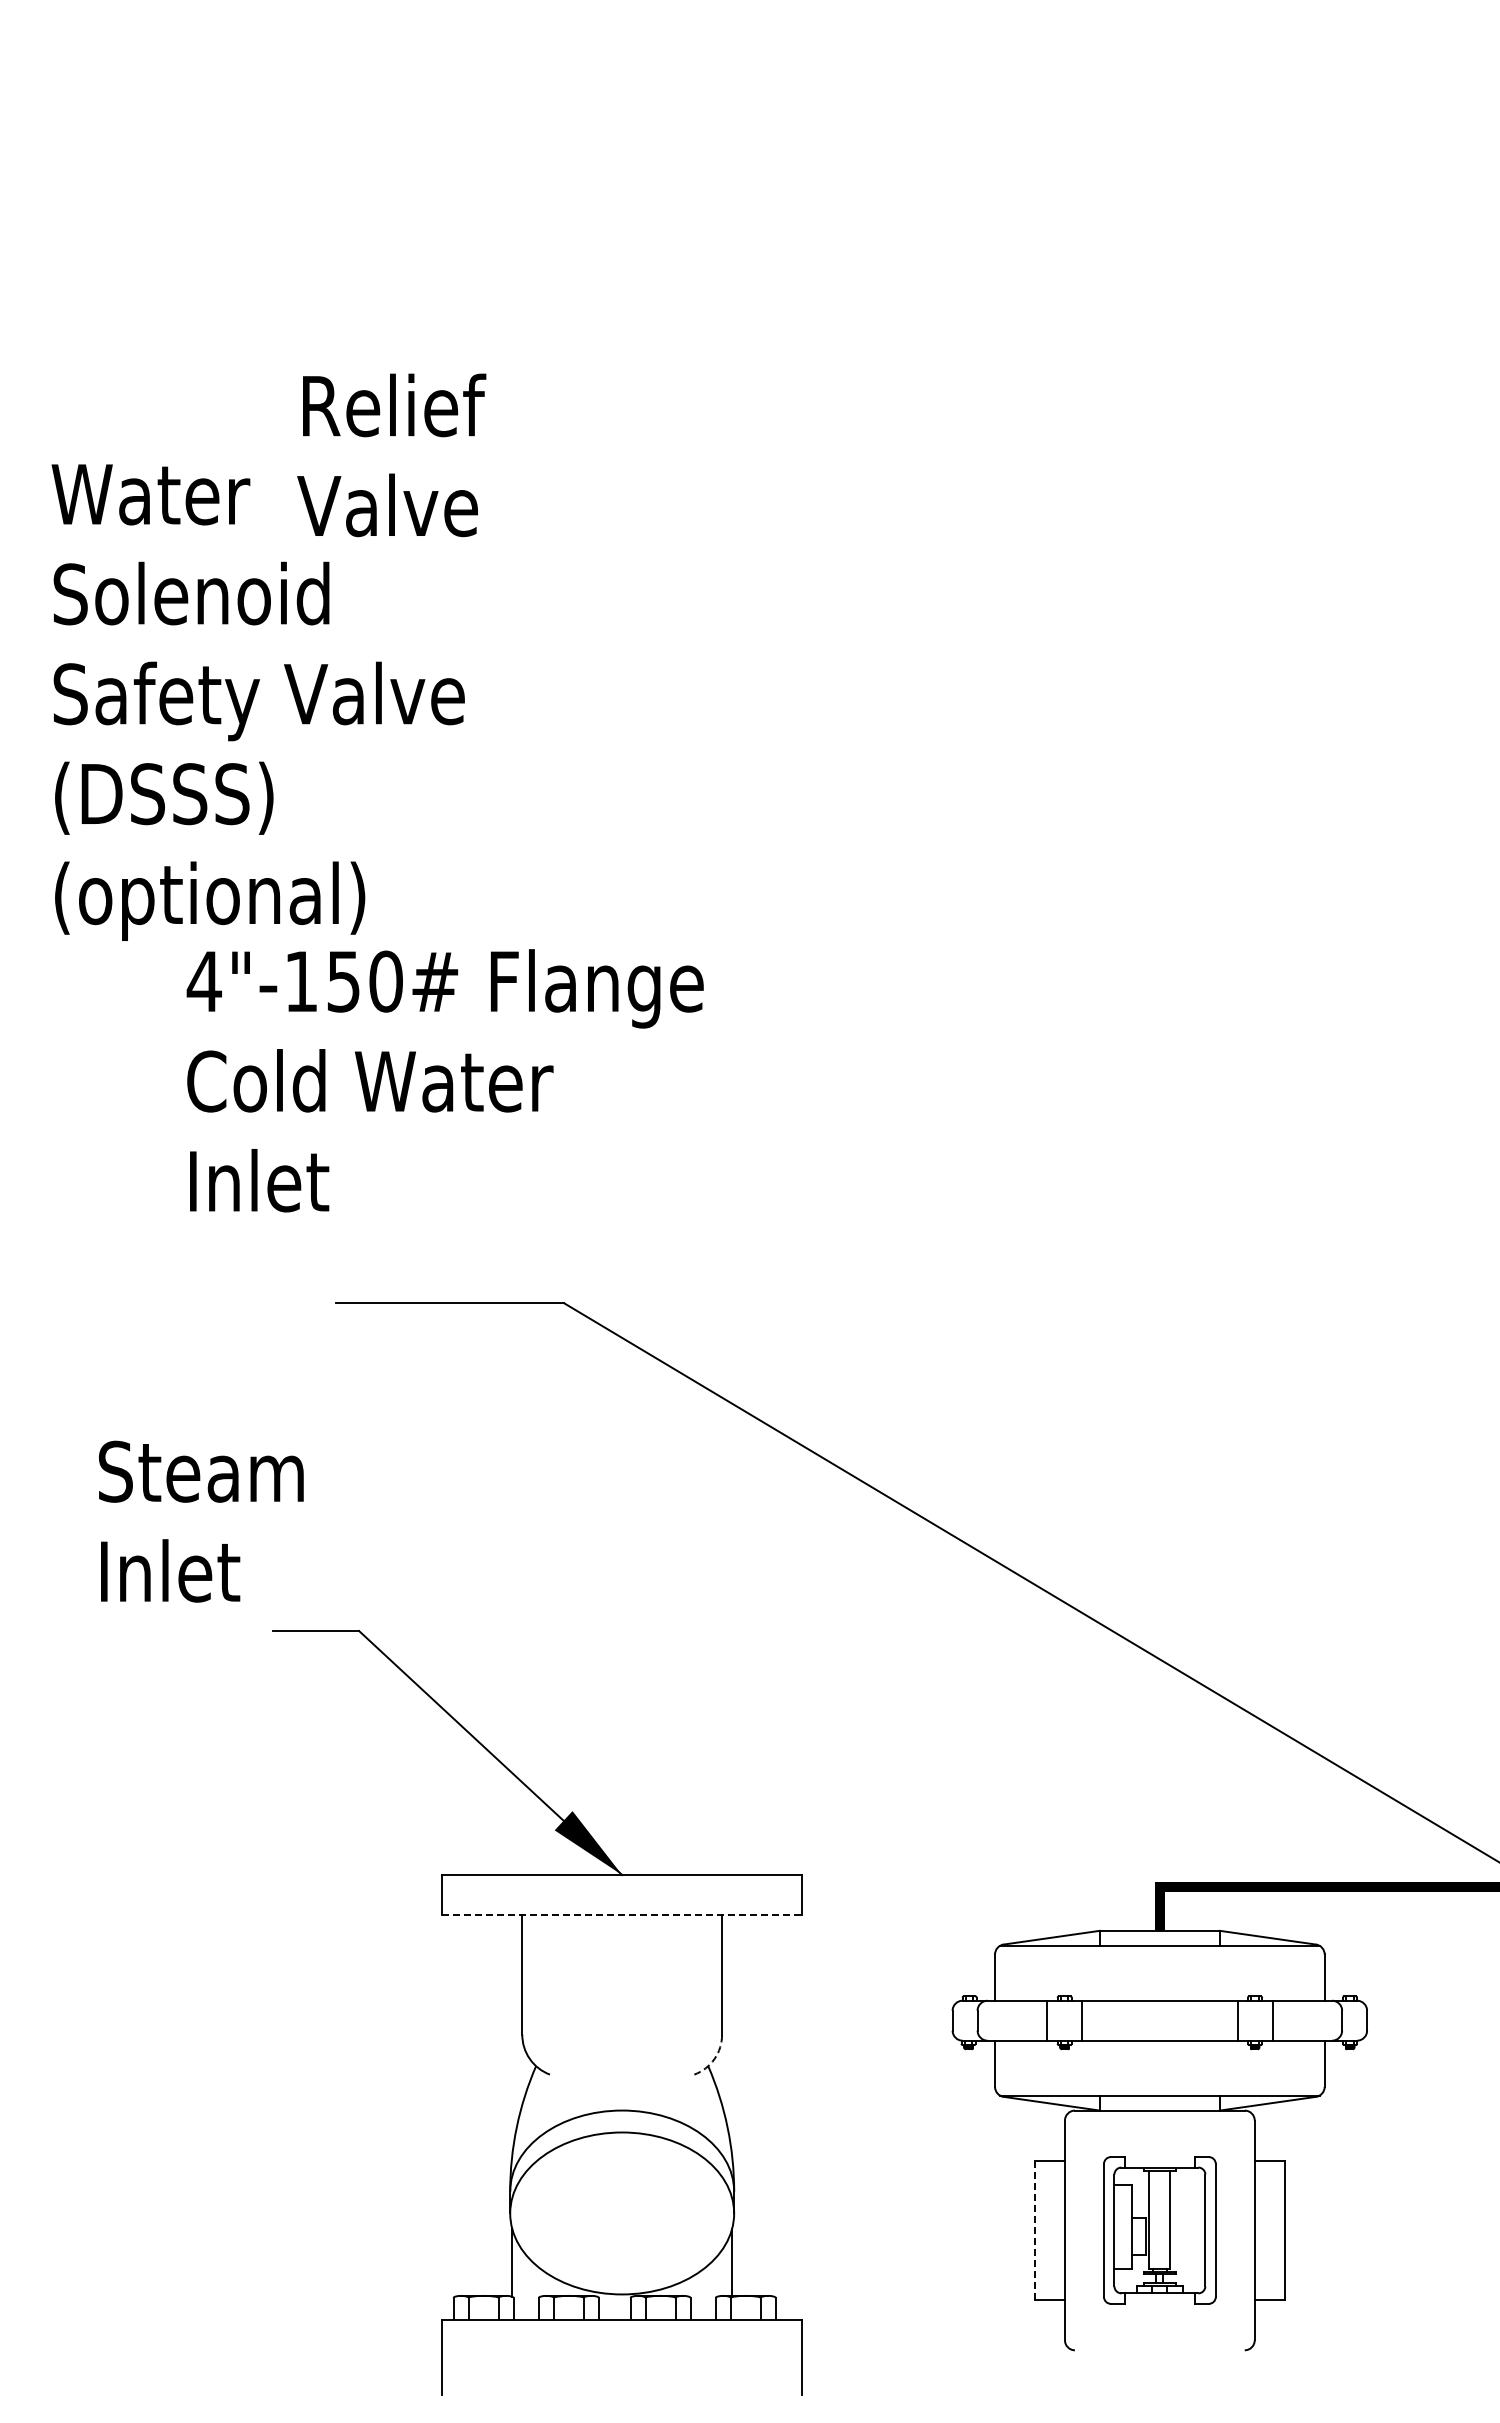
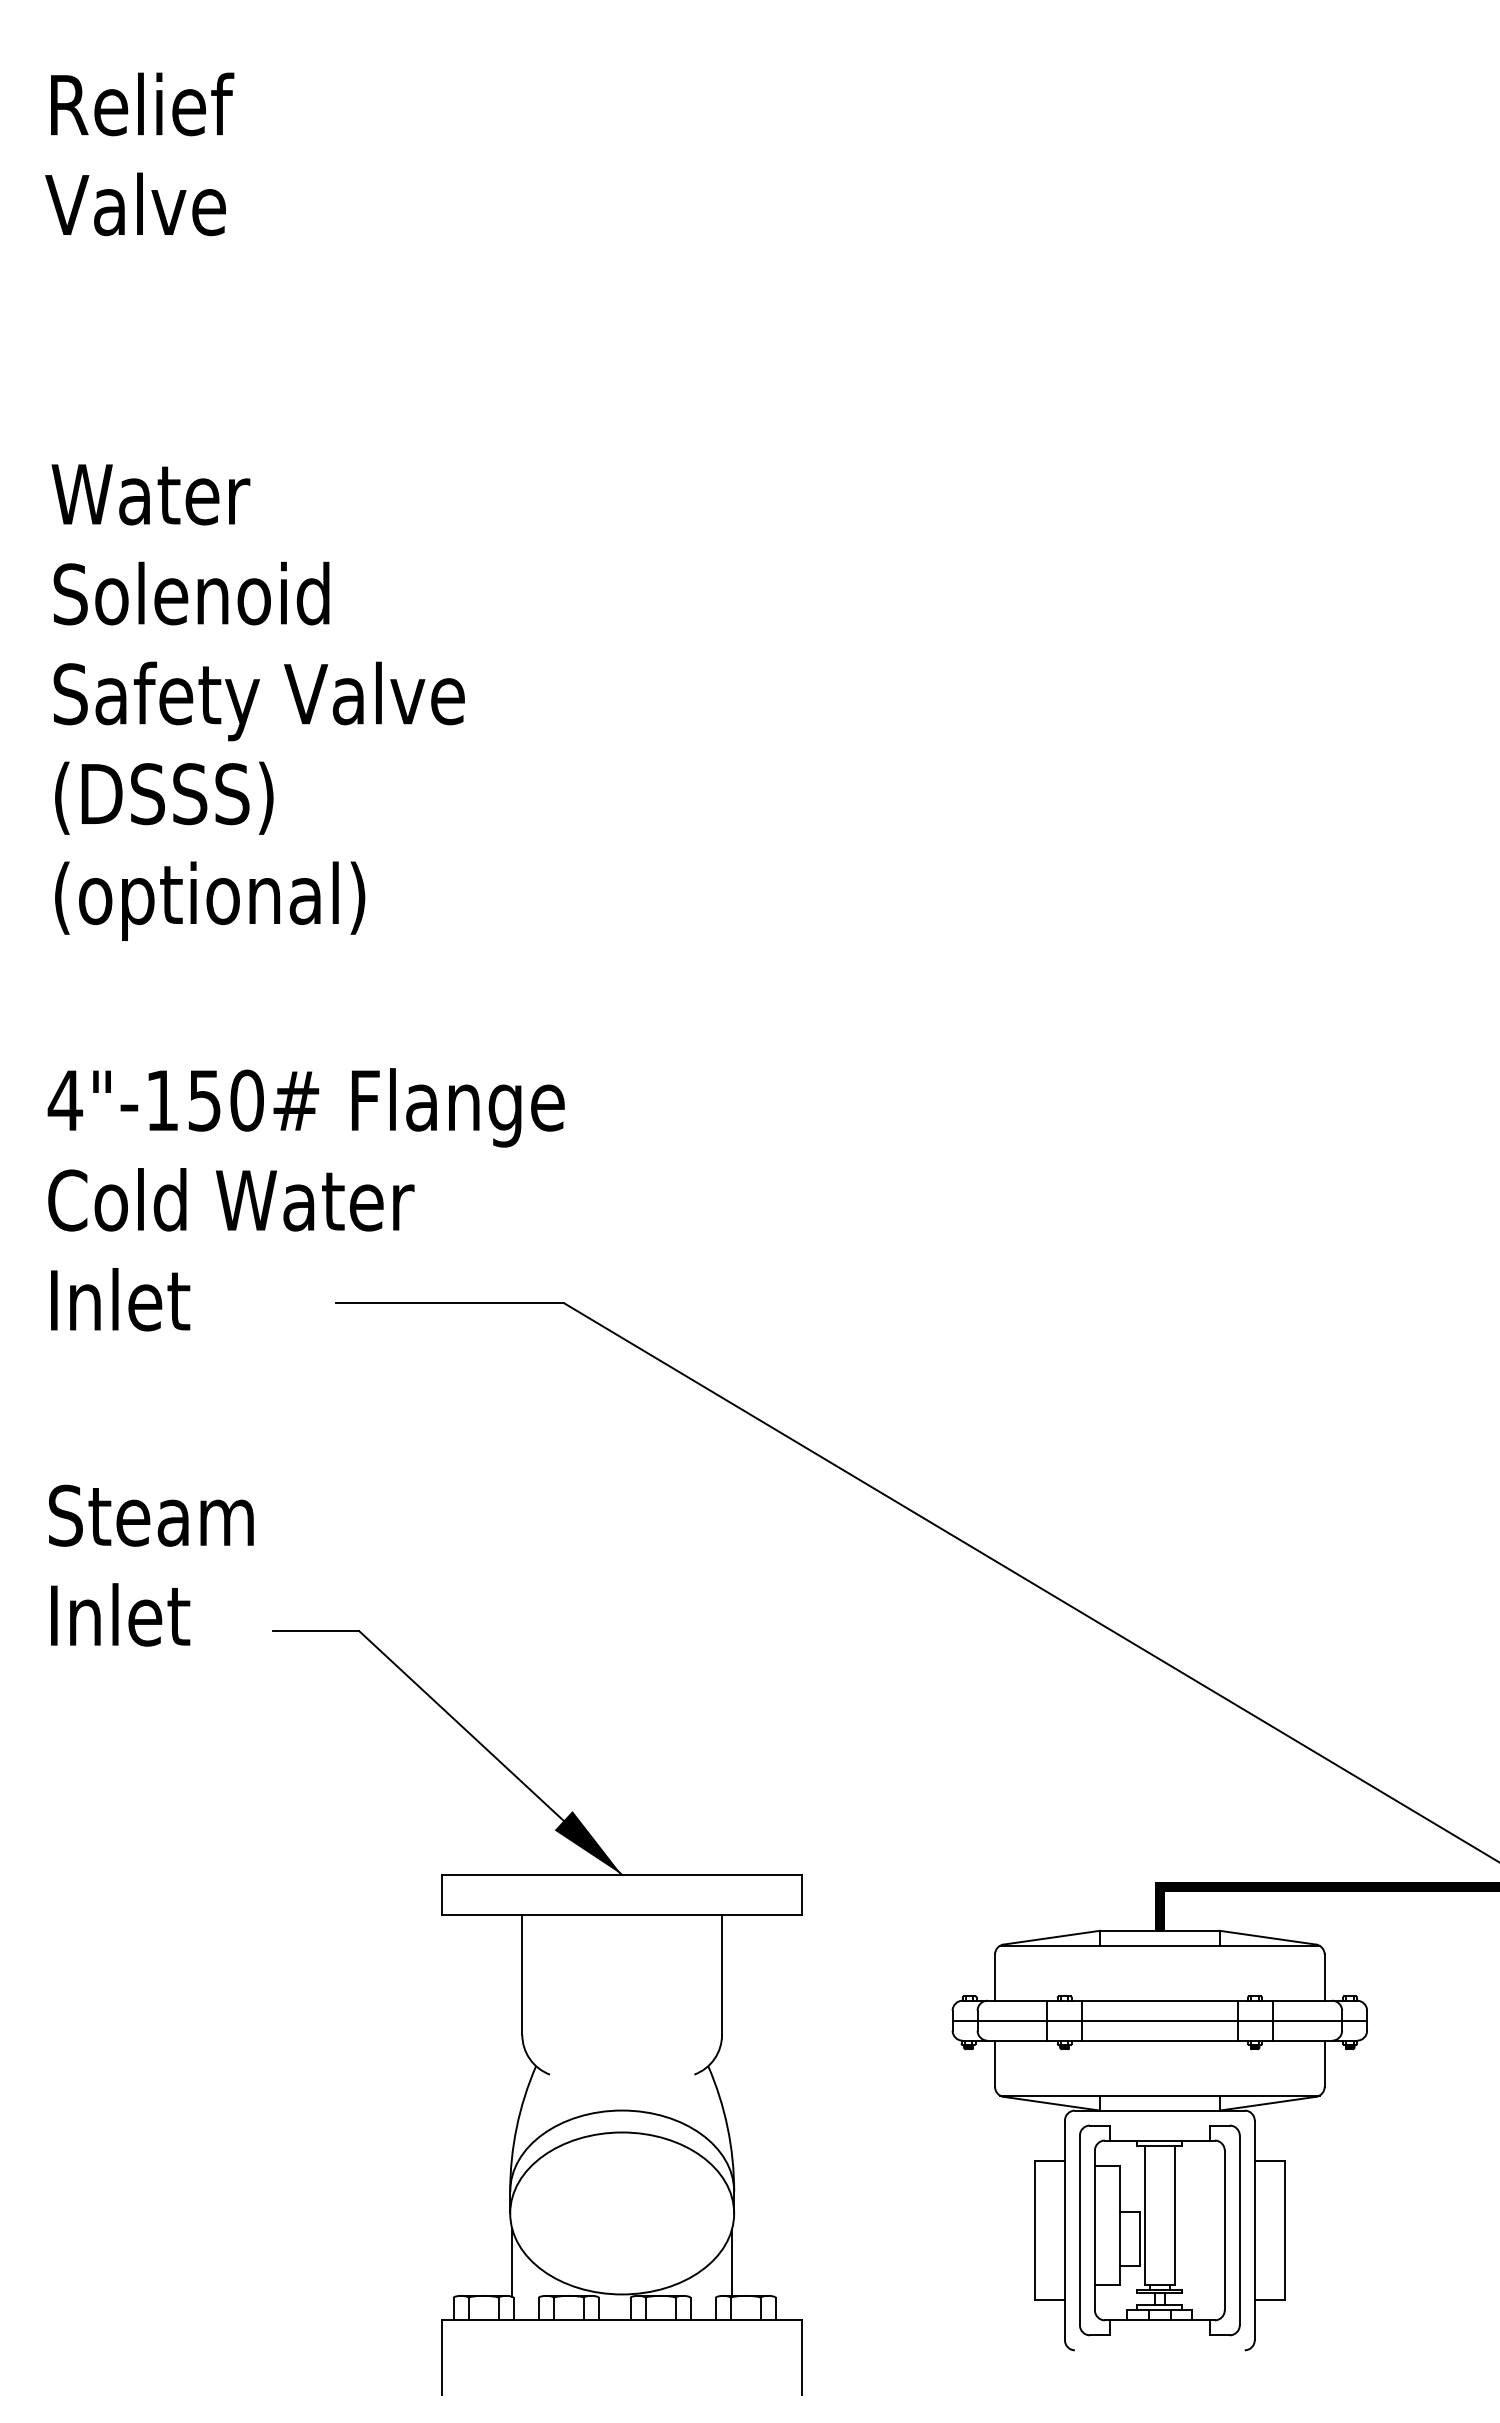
text at (391, 455) position: (391, 455) -> (139, 154)
text at (444, 1080) position: (444, 1080) -> (305, 1199)
text at (201, 1521) position: (201, 1521) -> (151, 1565)
line at (622, 1915): dashed -> solid
line at (1159, 2020): none -> present
arc at (714, 2058): dashed -> solid
line at (1035, 2230): dashed -> solid
part at (1159, 2230) size: 114x149 px -> 162x213 px
